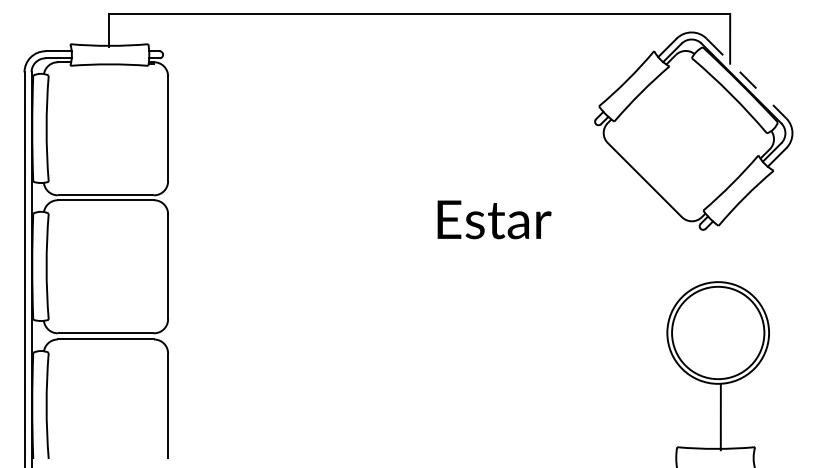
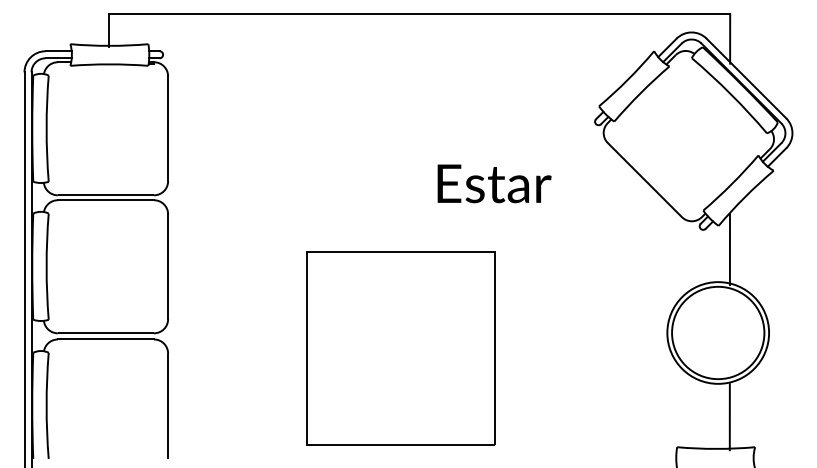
line at (746, 78): dashed -> solid
text at (494, 219) position: (494, 219) -> (494, 183)
line at (729, 249): none -> present
part at (400, 348): none -> present
line at (720, 417) position: (720, 417) -> (729, 417)
